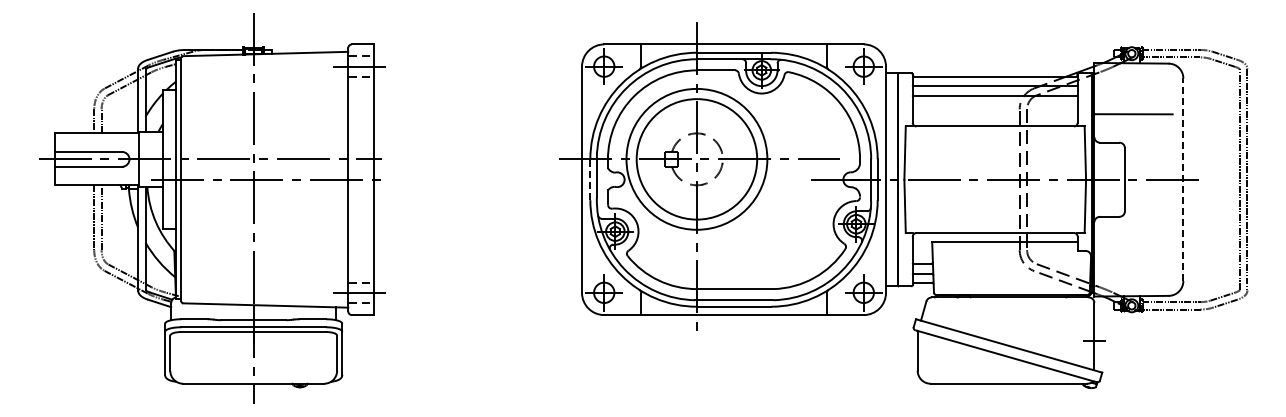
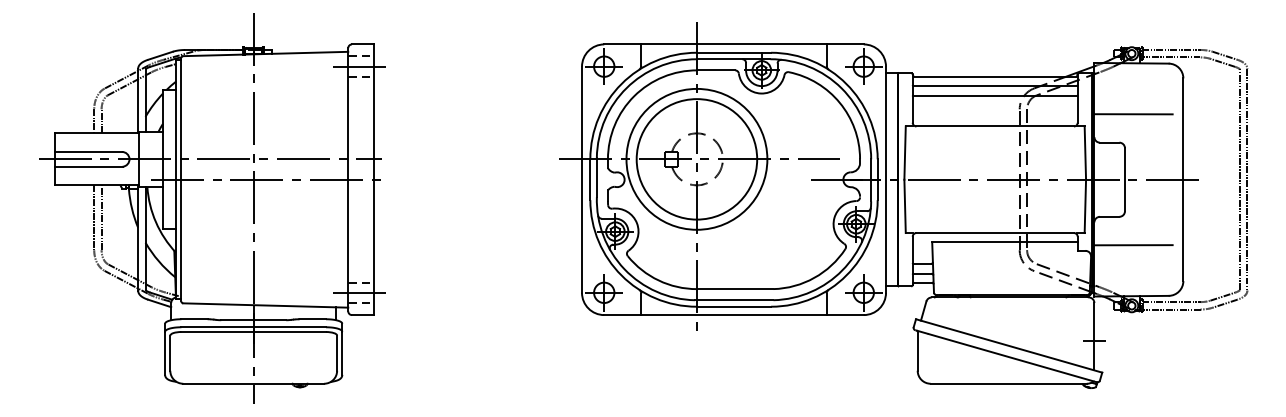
line at (590, 179): dashed -> solid
line at (1183, 179): dashed -> solid
line at (1133, 245): none -> present
